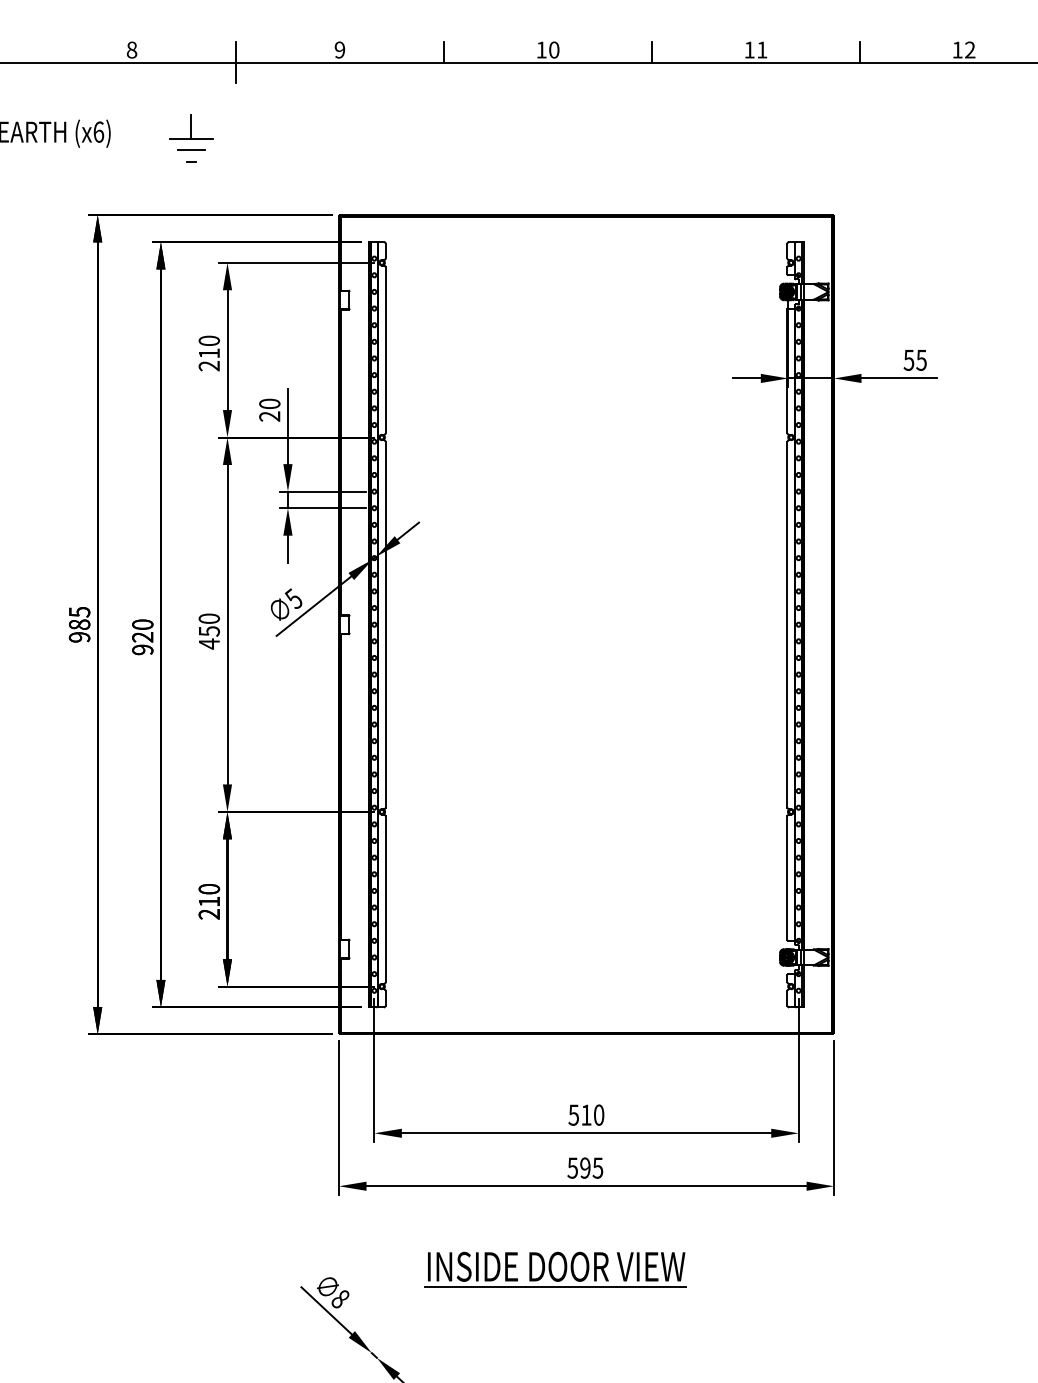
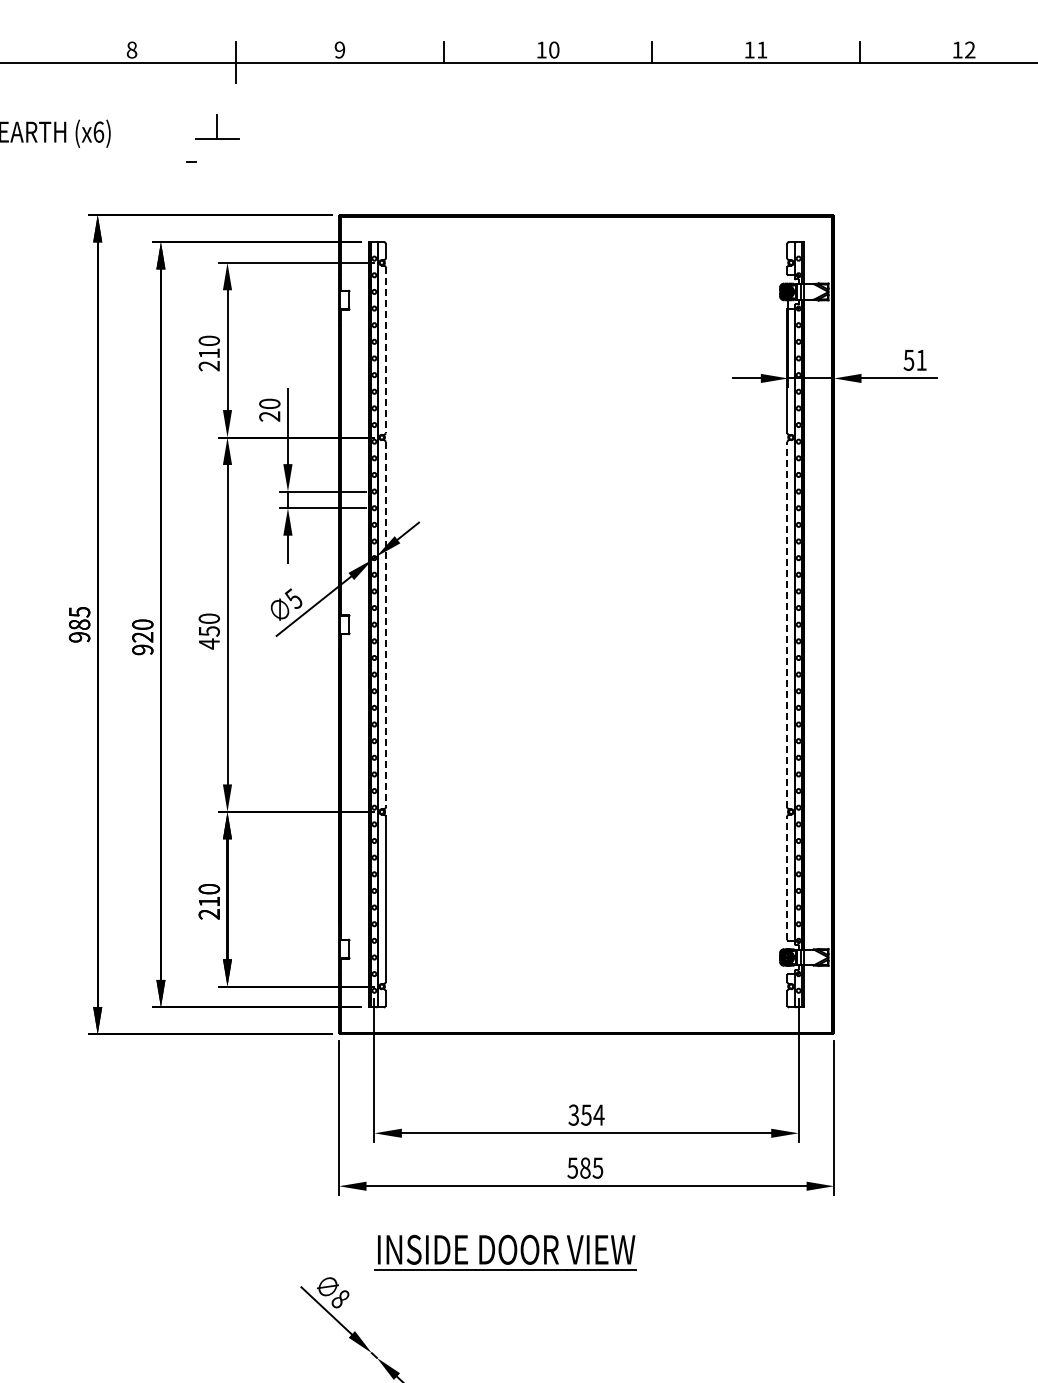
part at (191, 126) position: (191, 126) -> (217, 126)
line at (191, 150): present -> none
line at (385, 350): solid -> dashed
text at (921, 360): 55 -> 51
line at (385, 624): solid -> dashed
line at (787, 624): solid -> dashed
line at (787, 878): solid -> dashed
text at (586, 1114): 510 -> 354
text at (585, 1167): 595 -> 585
part at (555, 1269) position: (555, 1269) -> (505, 1252)
